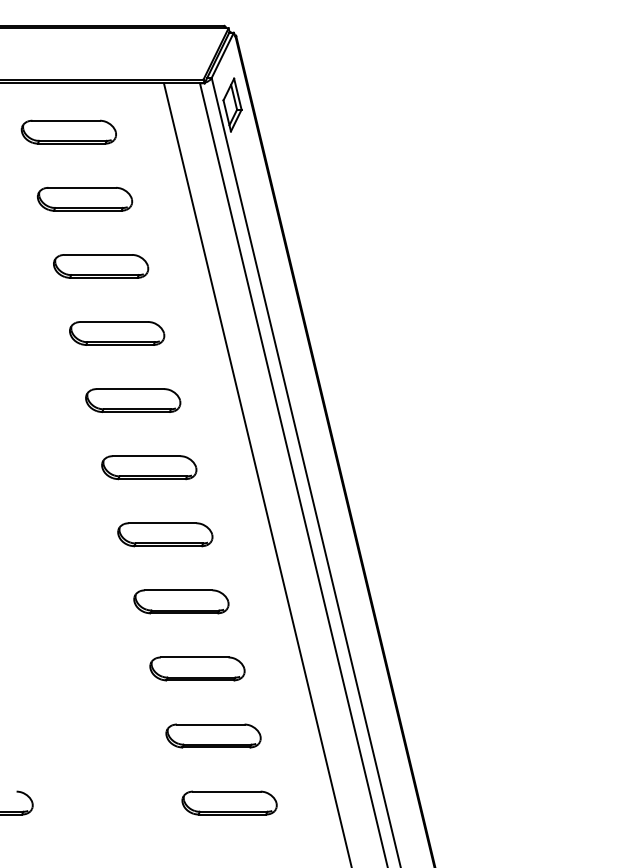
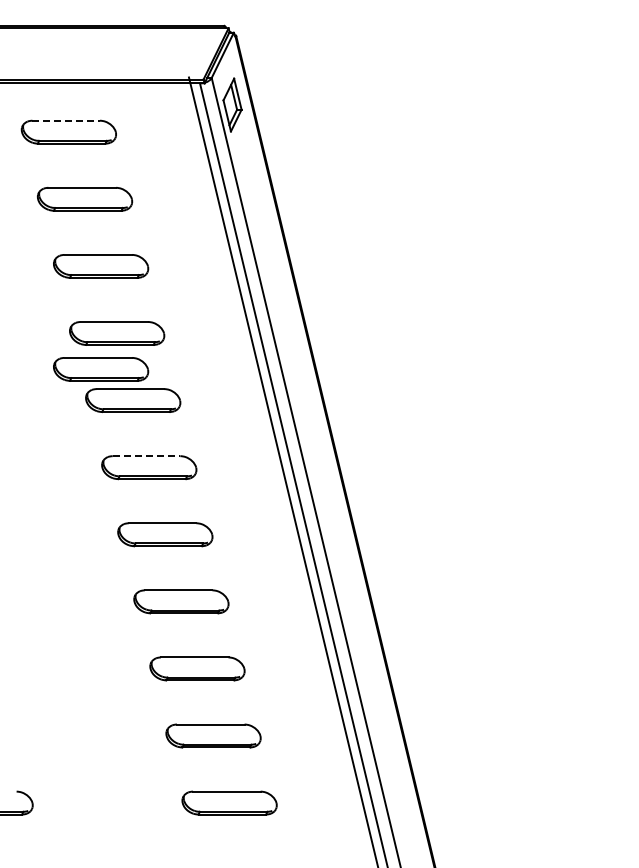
line at (66, 120): solid -> dashed
part at (101, 369): none -> present
line at (146, 456): solid -> dashed
line at (257, 473) position: (257, 473) -> (282, 470)
